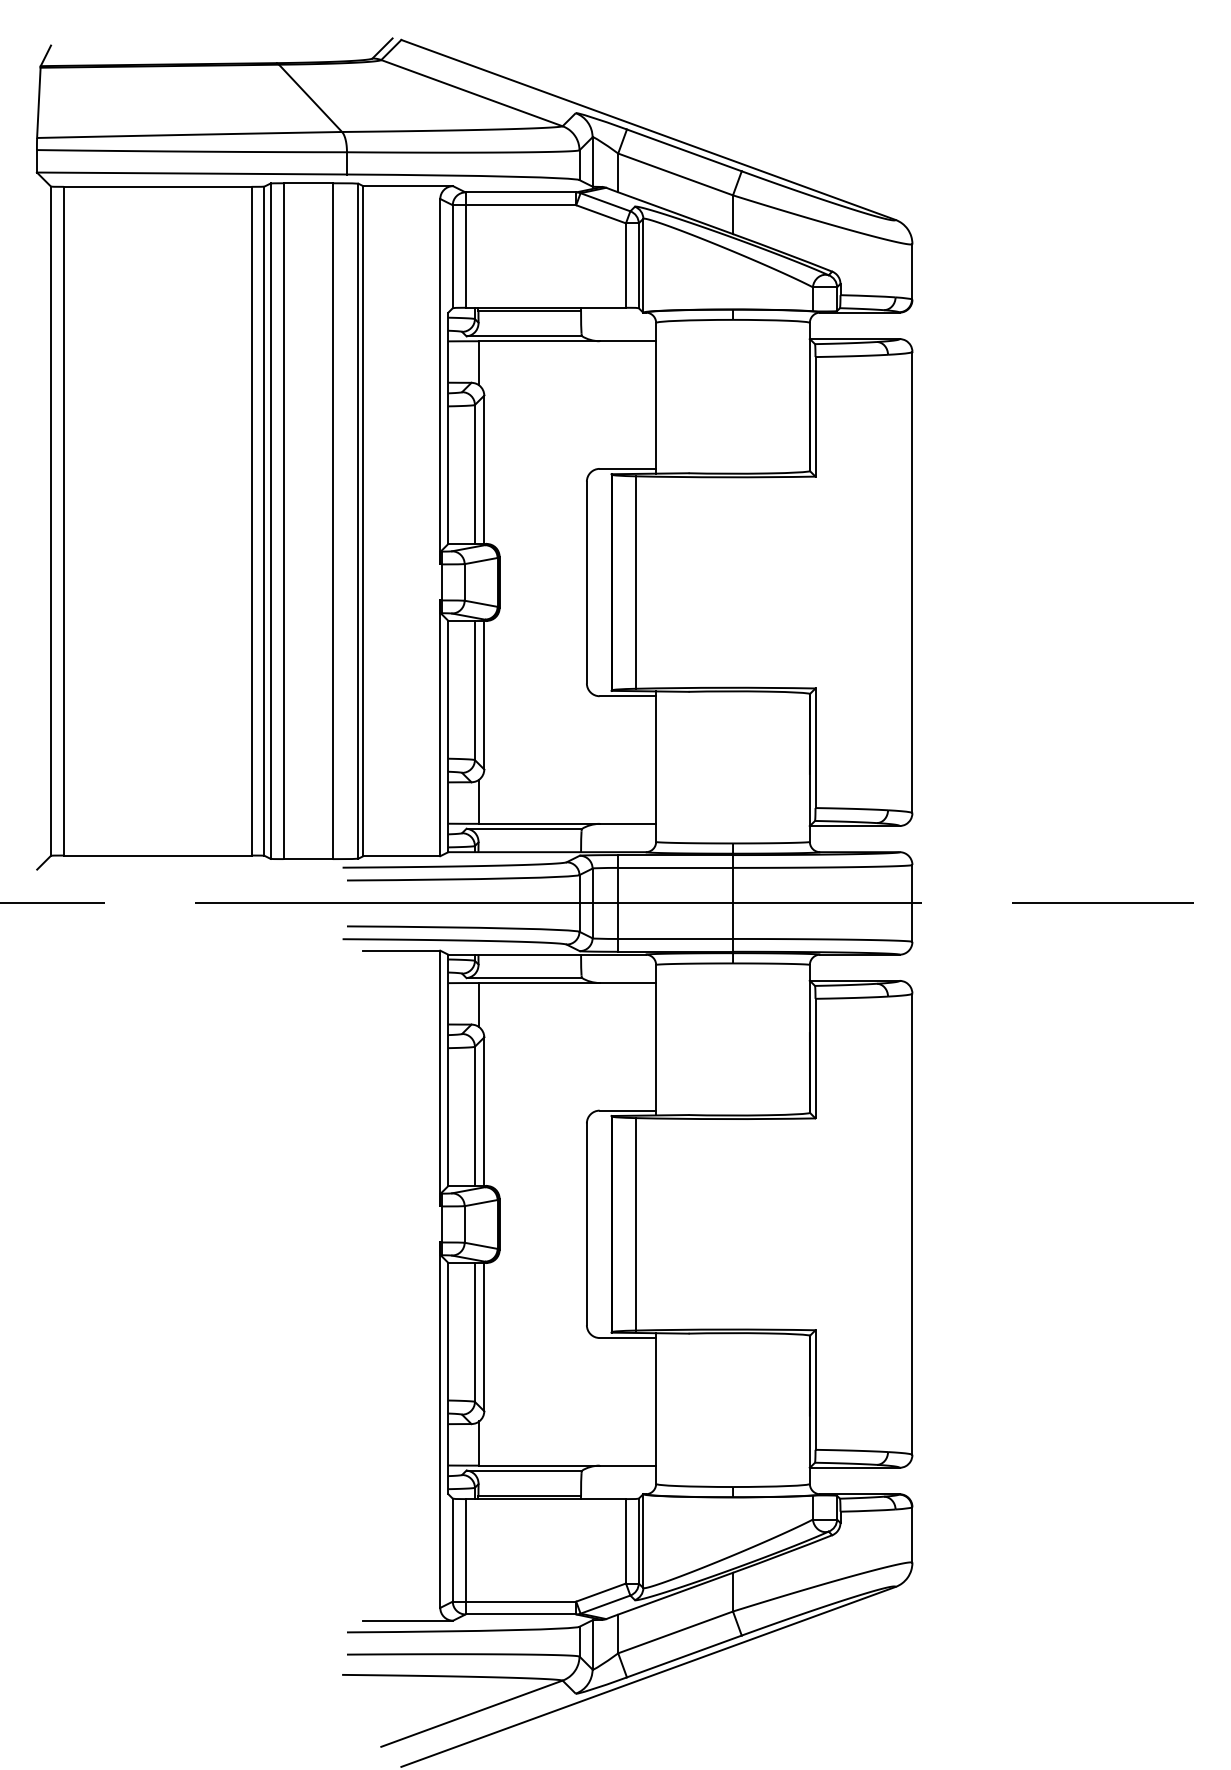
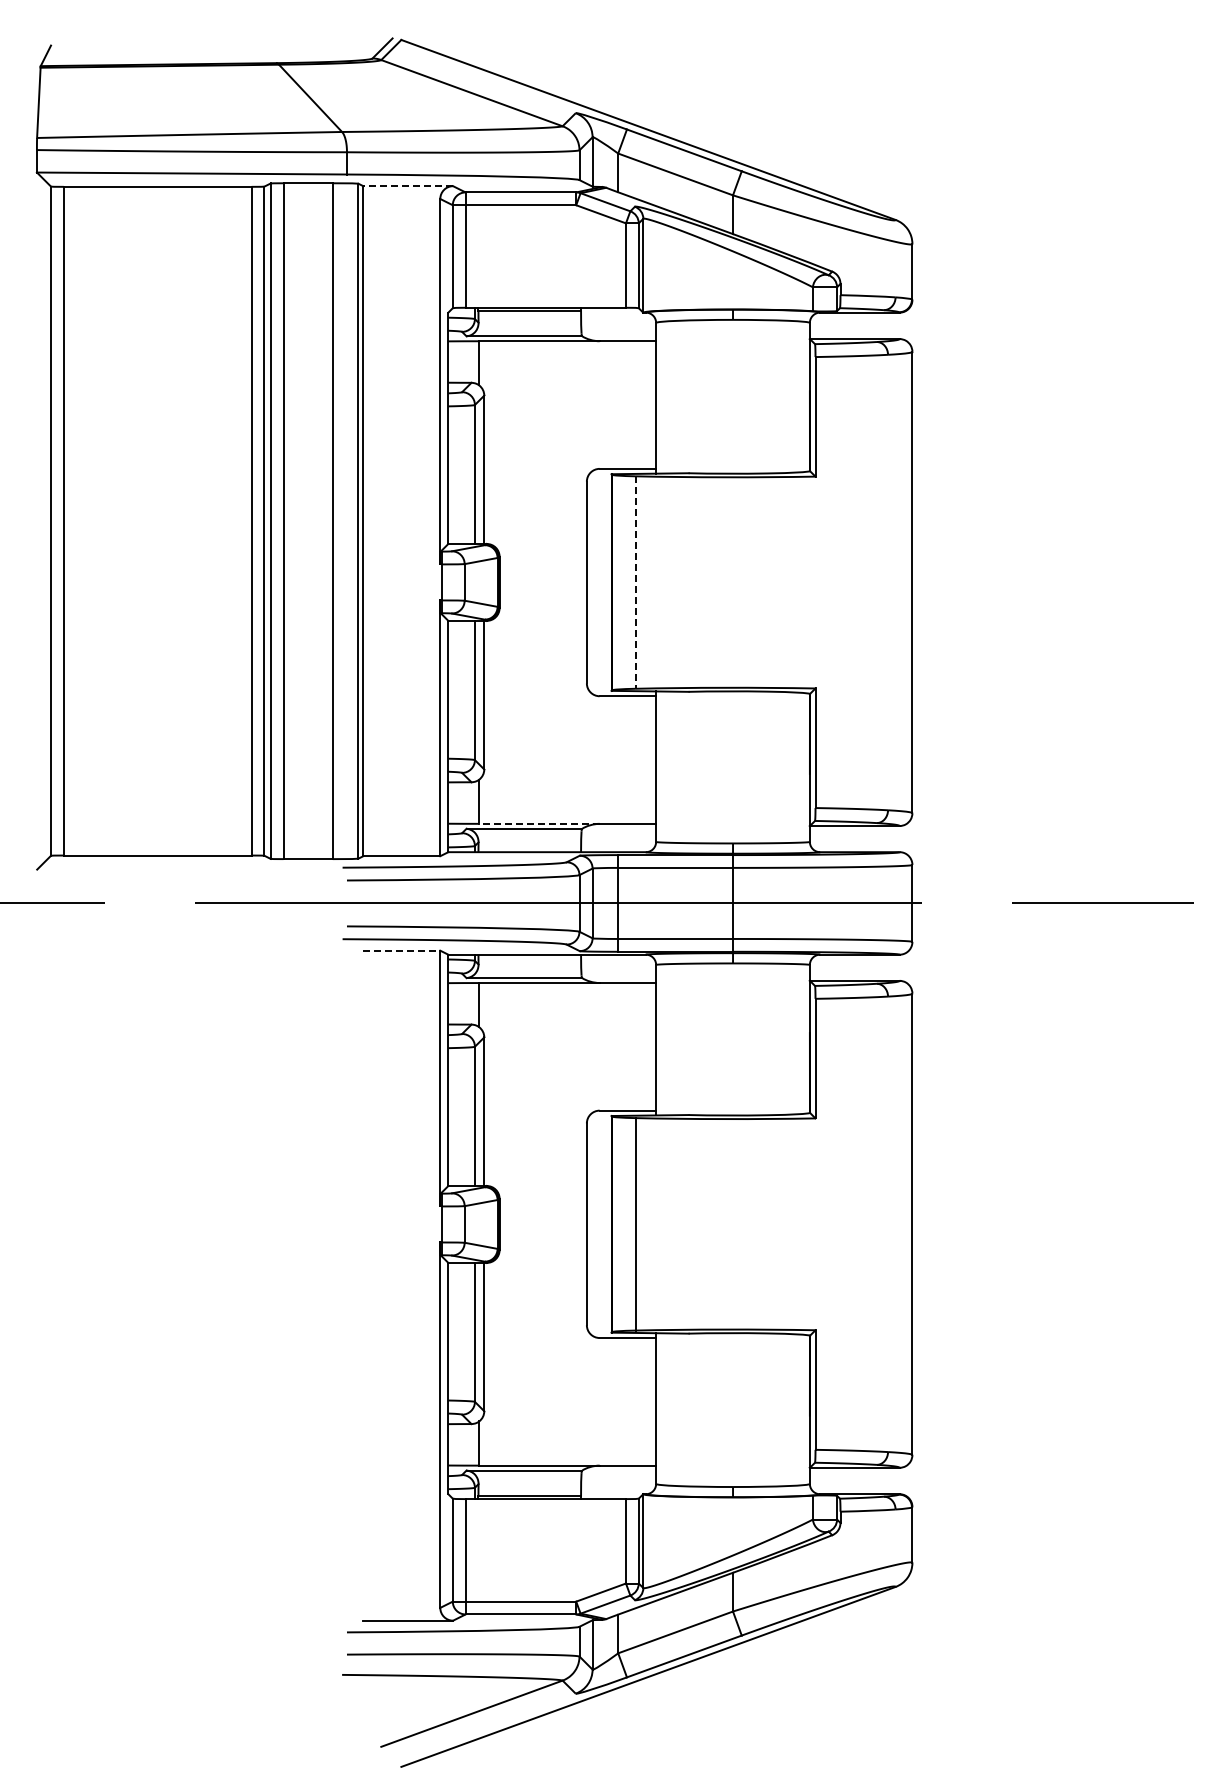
line at (408, 186): solid -> dashed
line at (635, 583): solid -> dashed
line at (538, 823): solid -> dashed
line at (402, 950): solid -> dashed
